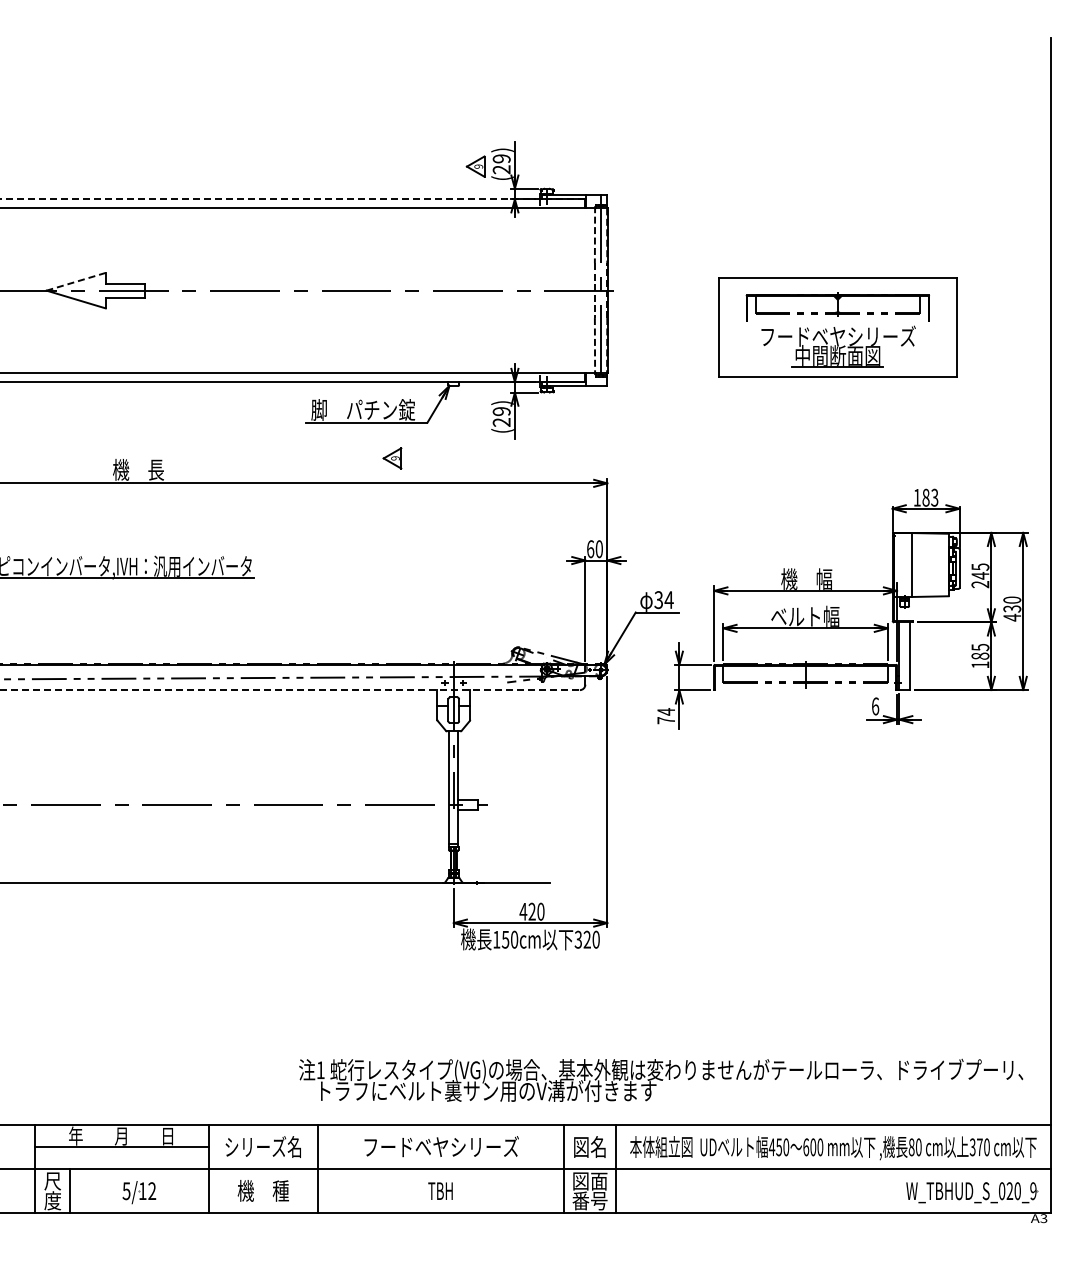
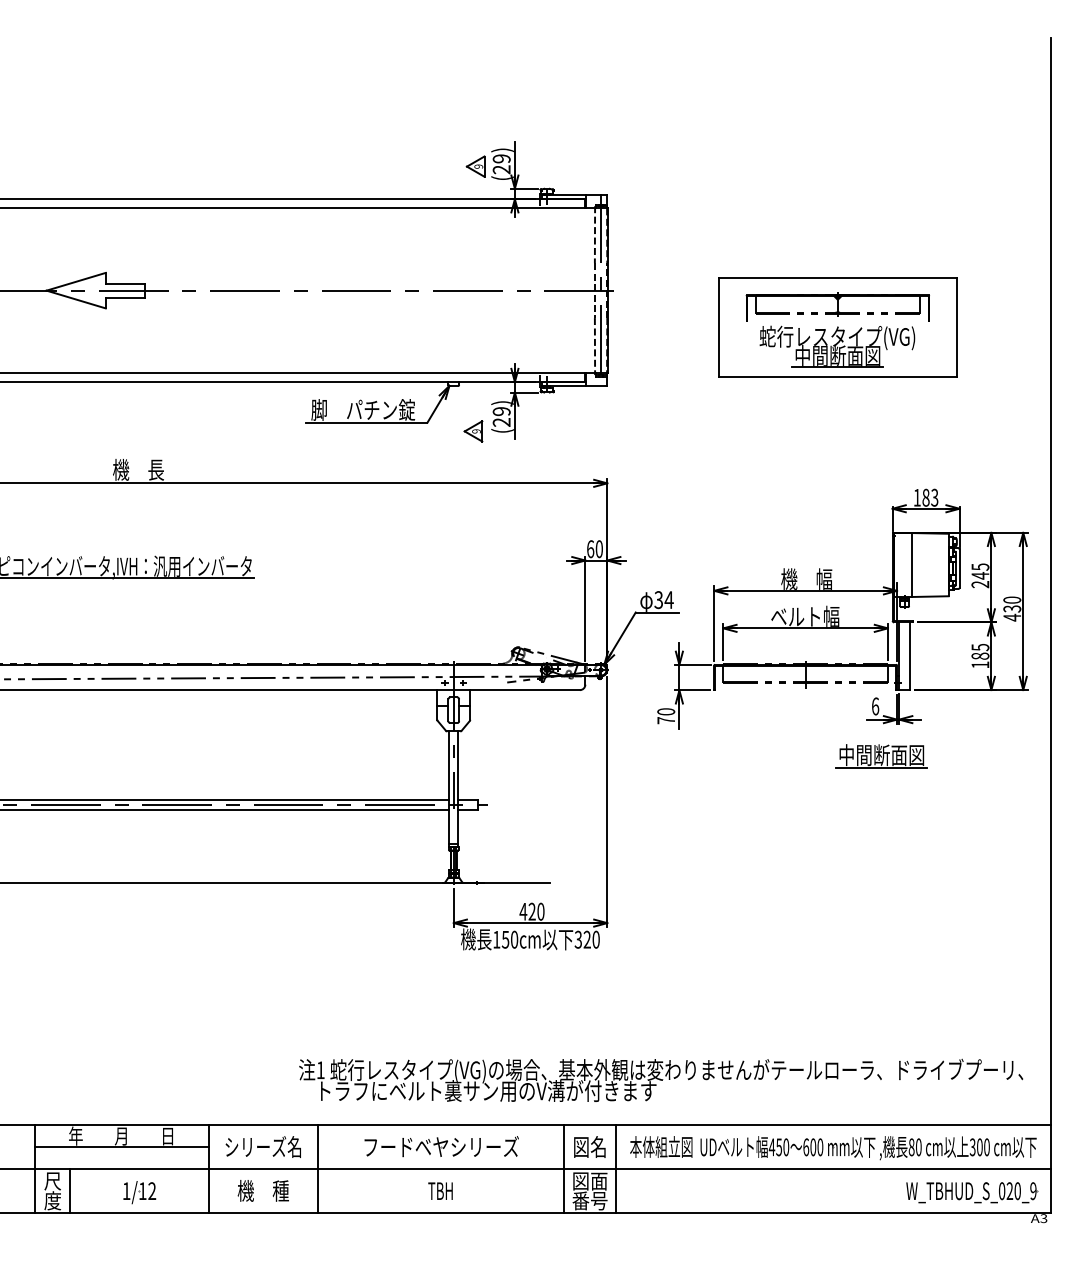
line at (292, 199): dashed -> solid
line at (76, 281): dashed -> solid
text at (837, 337): フードベヤシリーズ -> 蛇行レスタイプ(VG)
part at (392, 458) position: (392, 458) -> (473, 431)
line at (290, 690): dashed -> solid
text at (666, 711): 74 -> 70
part at (881, 756): none -> present
line at (225, 800): none -> present
line at (225, 810): none -> present
text at (979, 1147): 370 -> 300
text at (126, 1191): 5/12 -> 1/12
